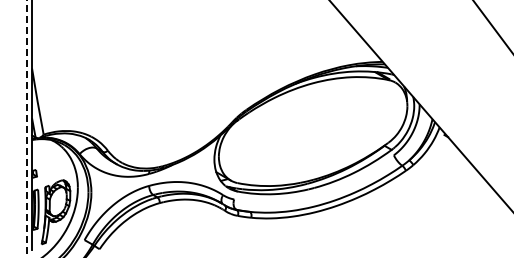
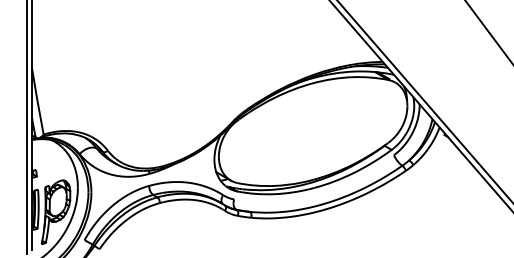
line at (492, 26) position: (492, 26) -> (488, 31)
line at (424, 101): none -> present
line at (26, 126): dashed -> solid
